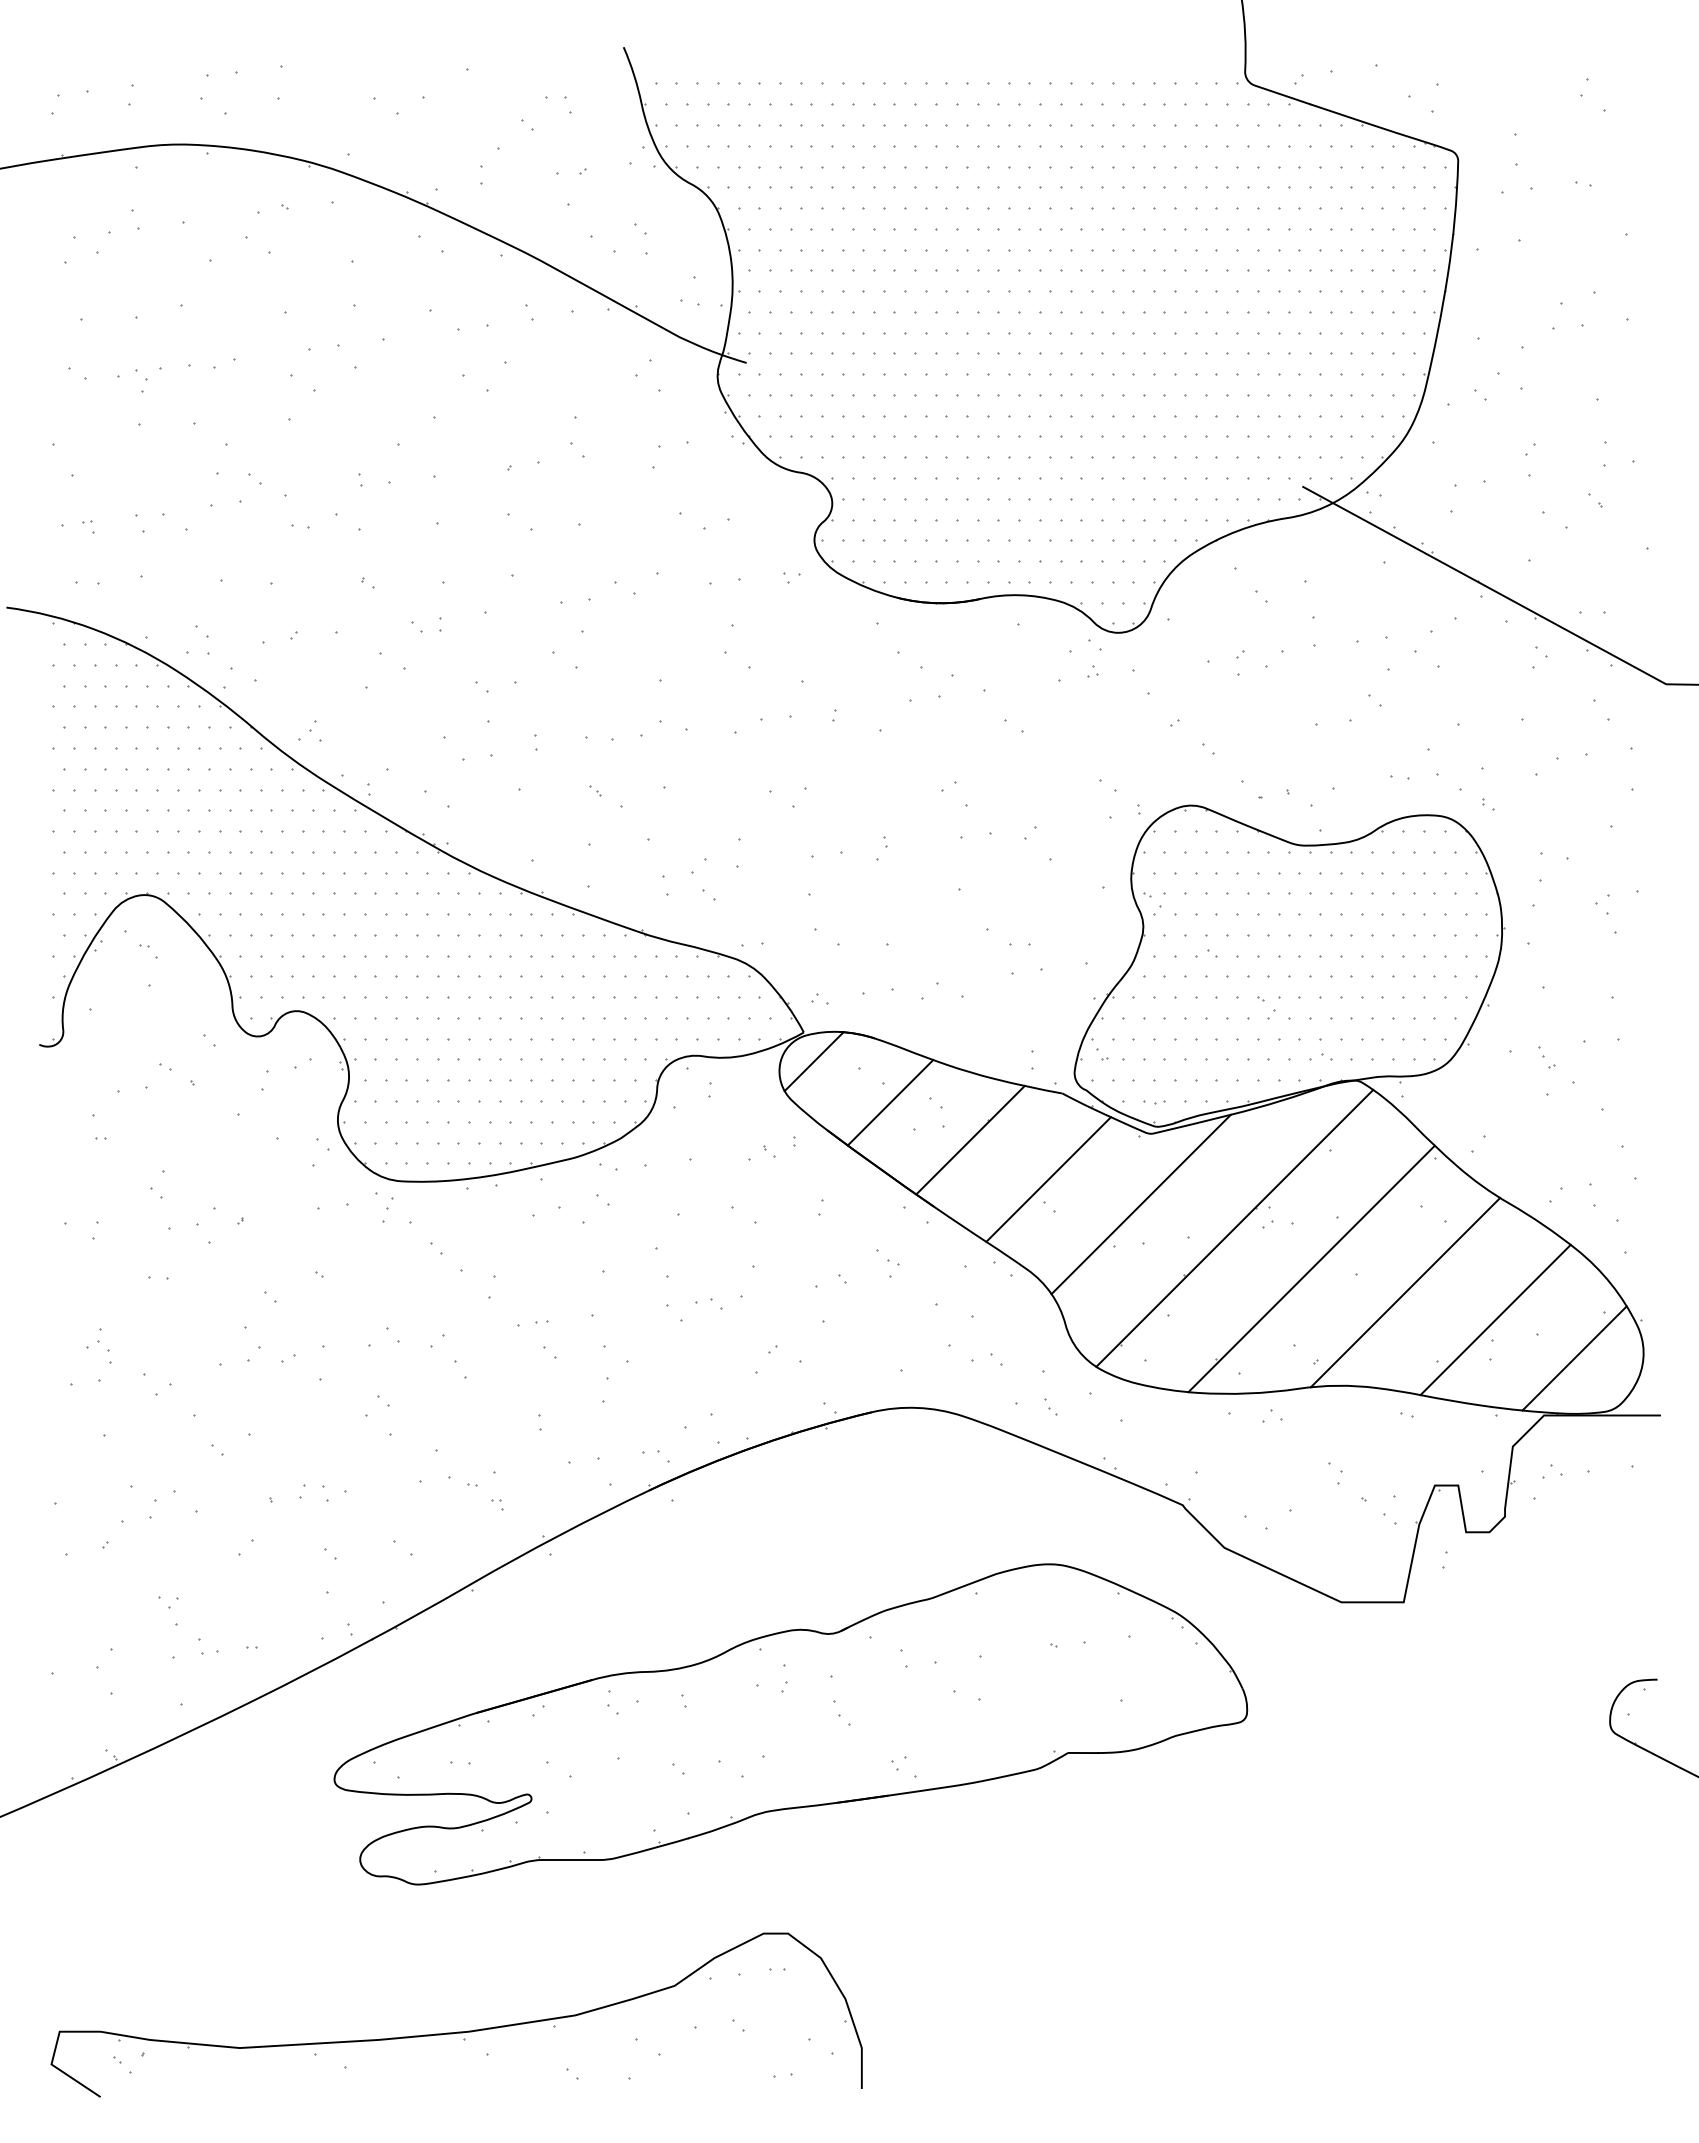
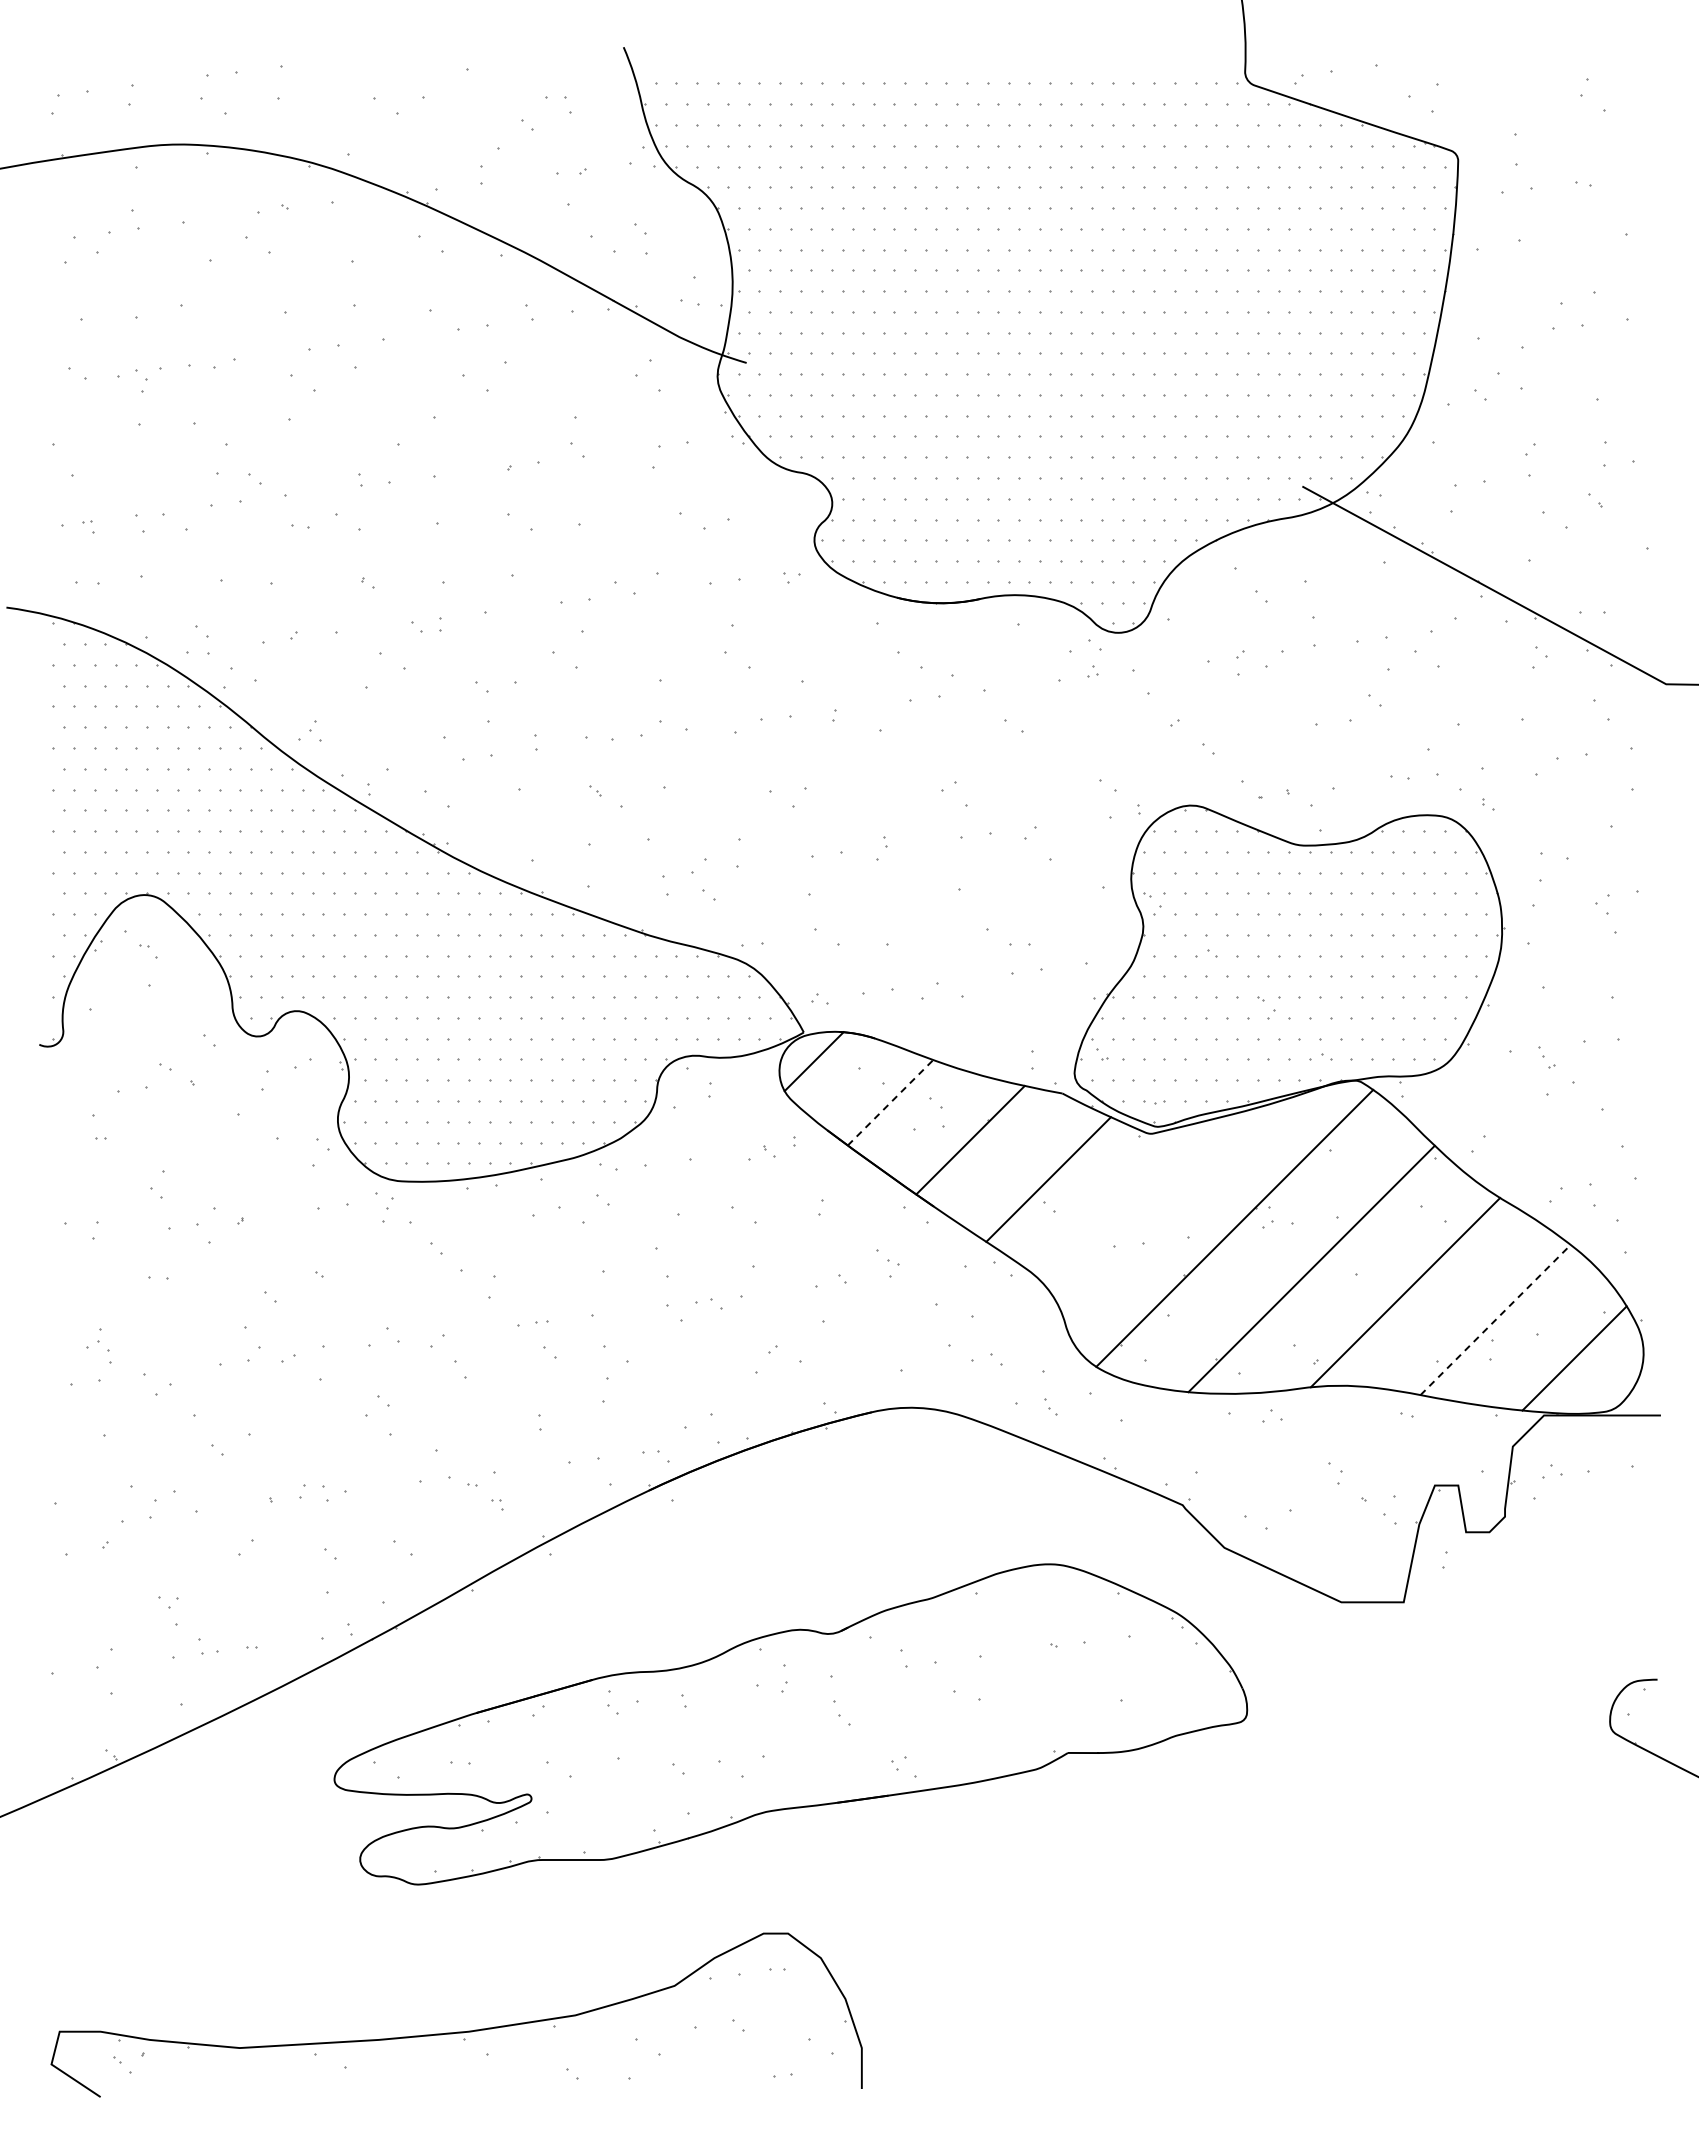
line at (890, 1102): solid -> dashed
line at (1140, 1204): present -> none
line at (1495, 1319): solid -> dashed
